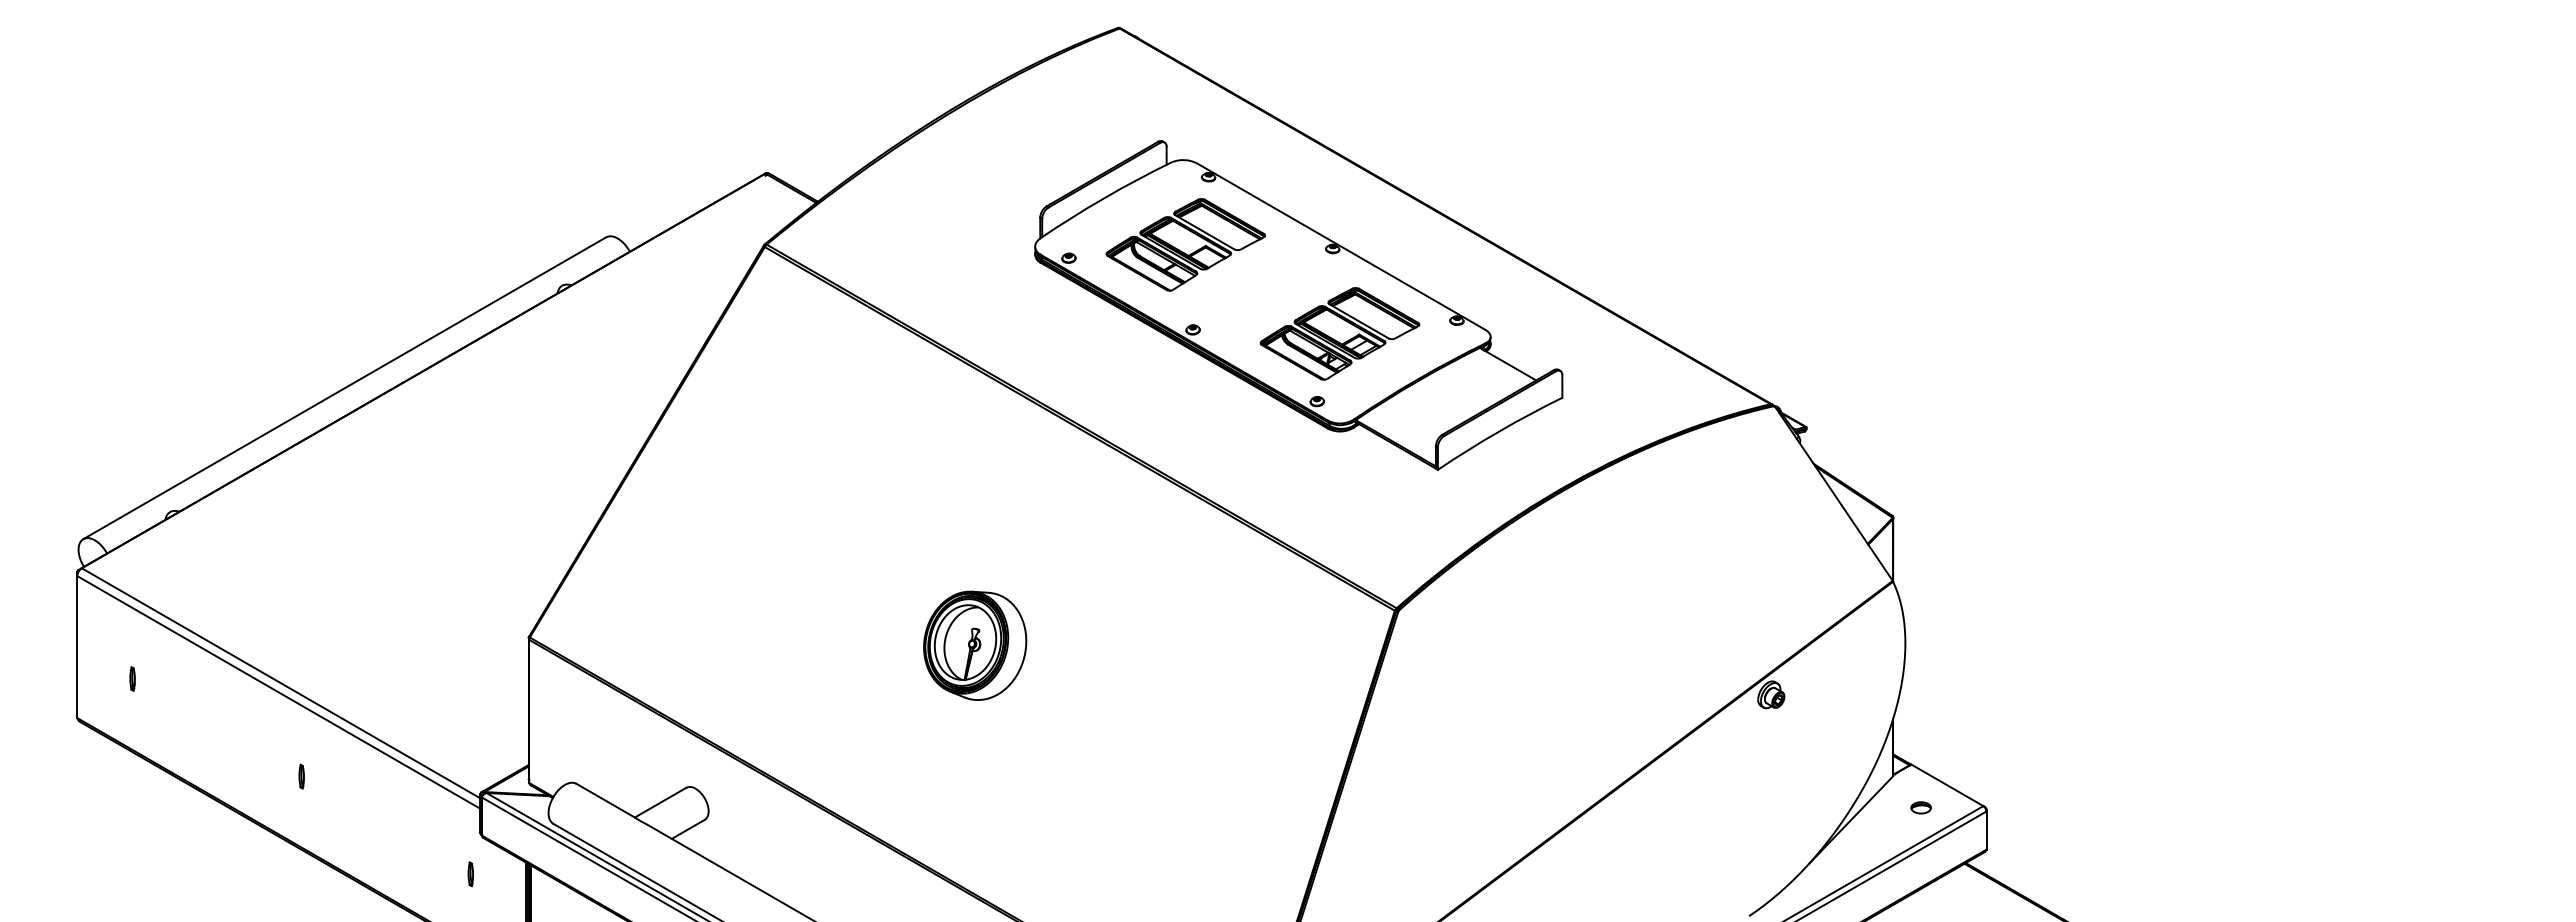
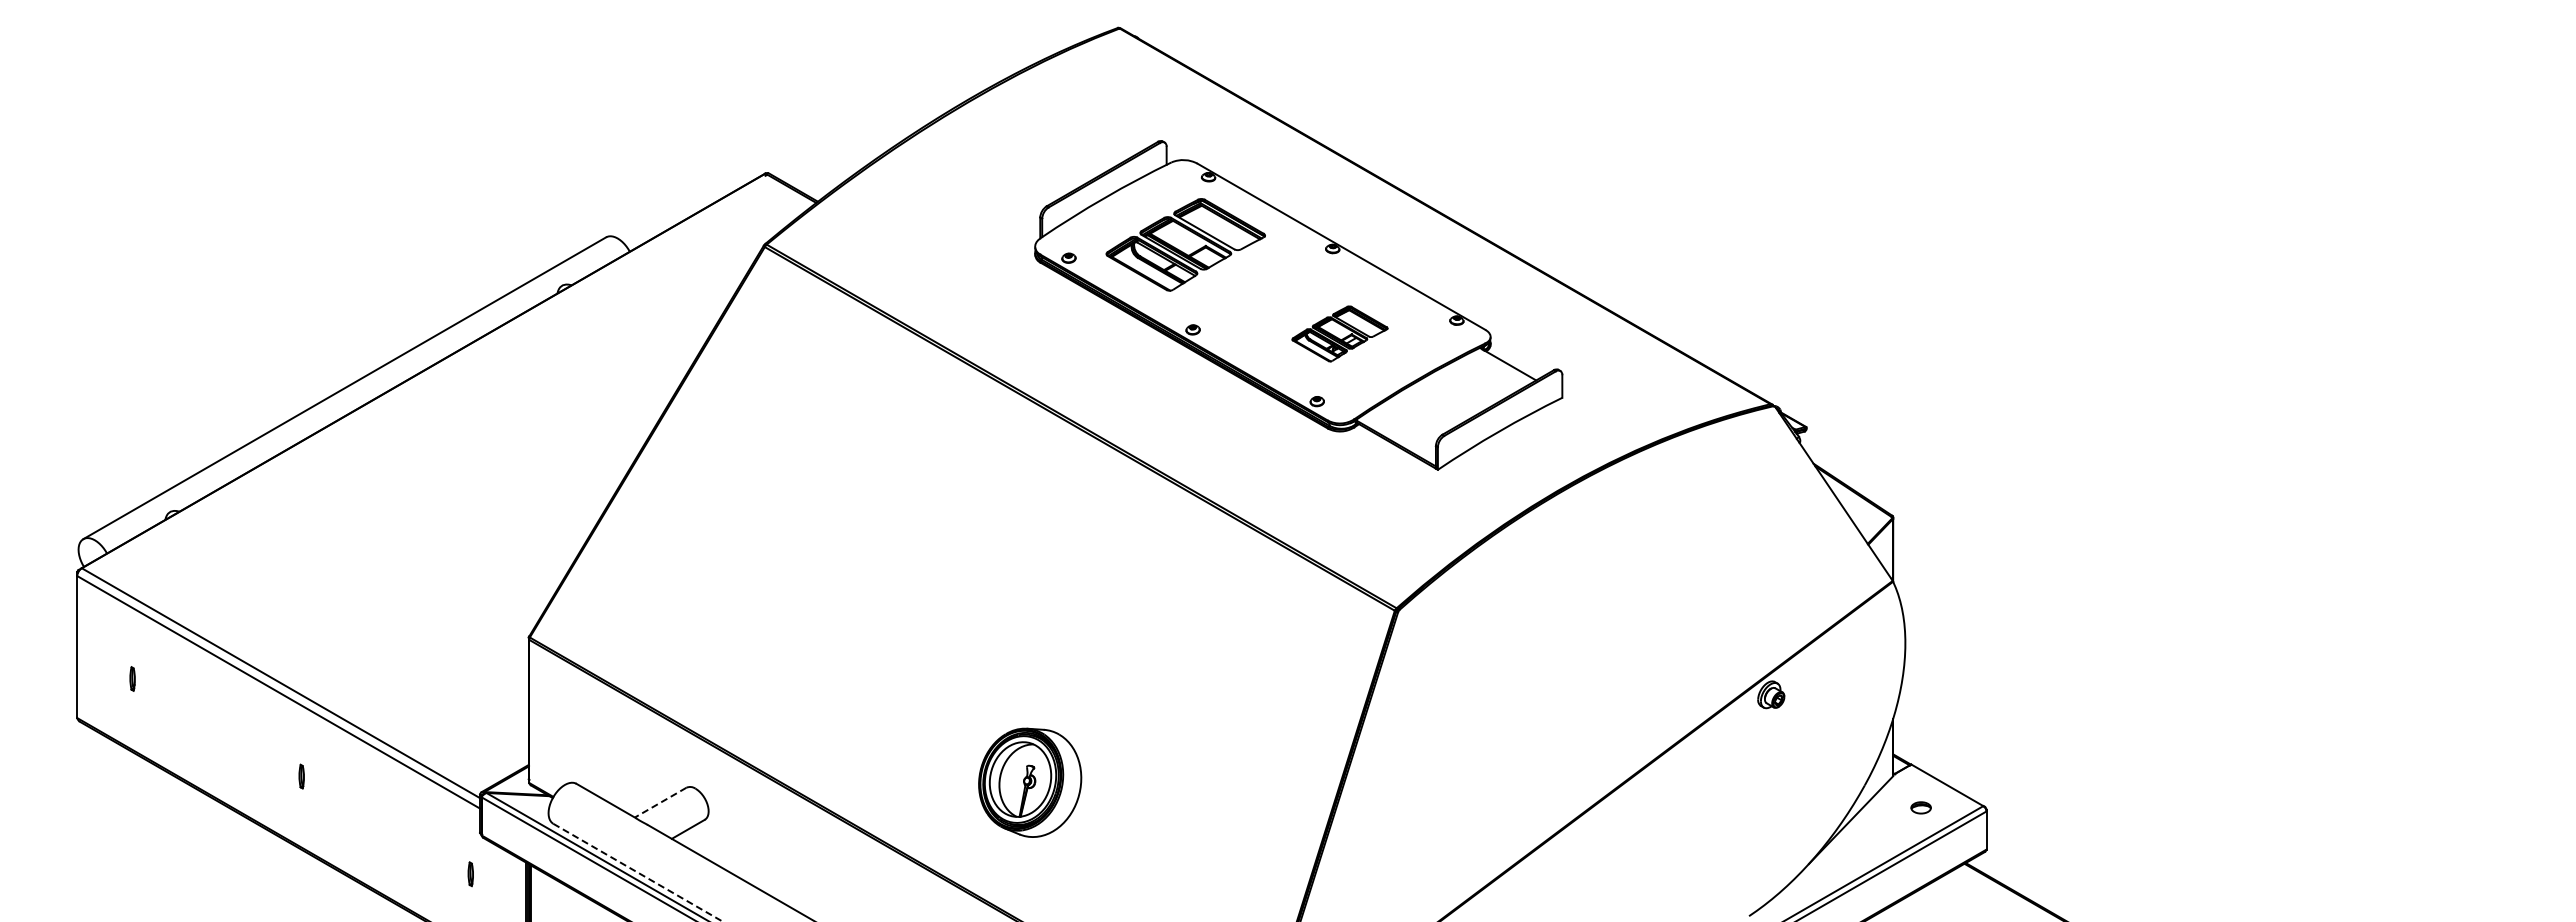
part at (1339, 333) size: 162x94 px -> 98x58 px
part at (975, 645) position: (975, 645) -> (1030, 782)
line at (660, 802): solid -> dashed
line at (638, 872): solid -> dashed
